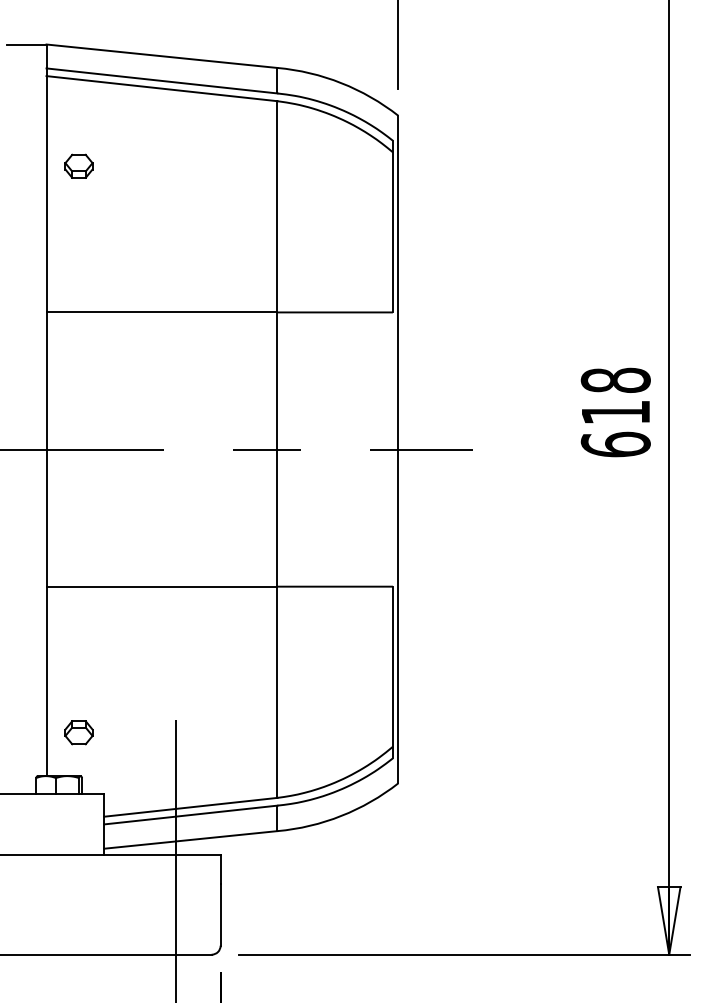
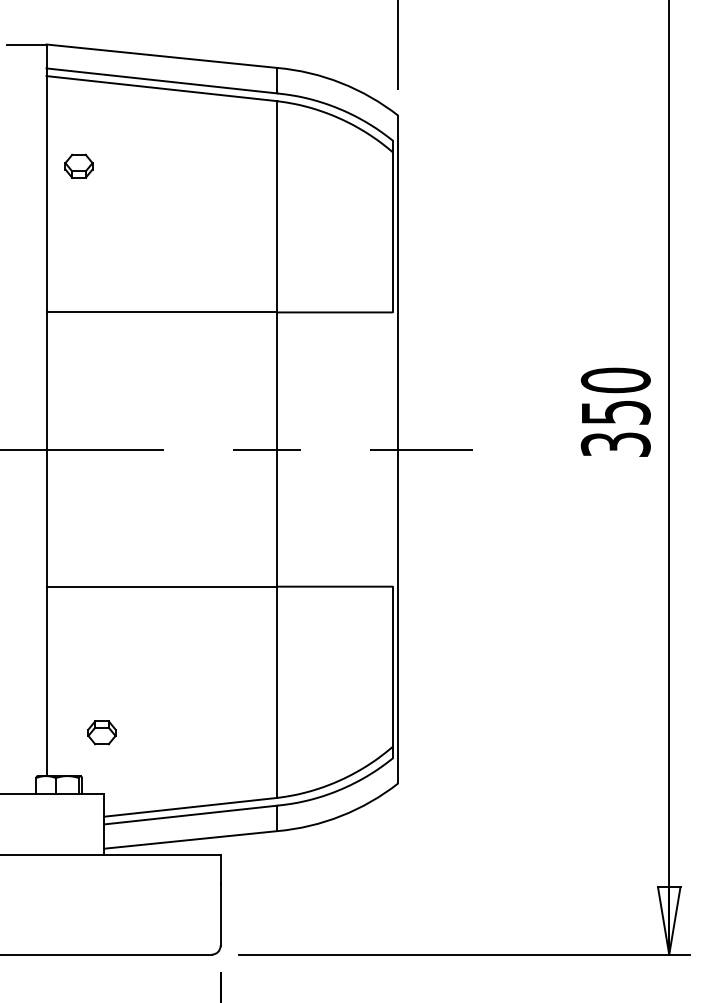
text at (615, 412): 618 -> 350
part at (78, 732) position: (78, 732) -> (101, 732)
line at (175, 859): present -> none
